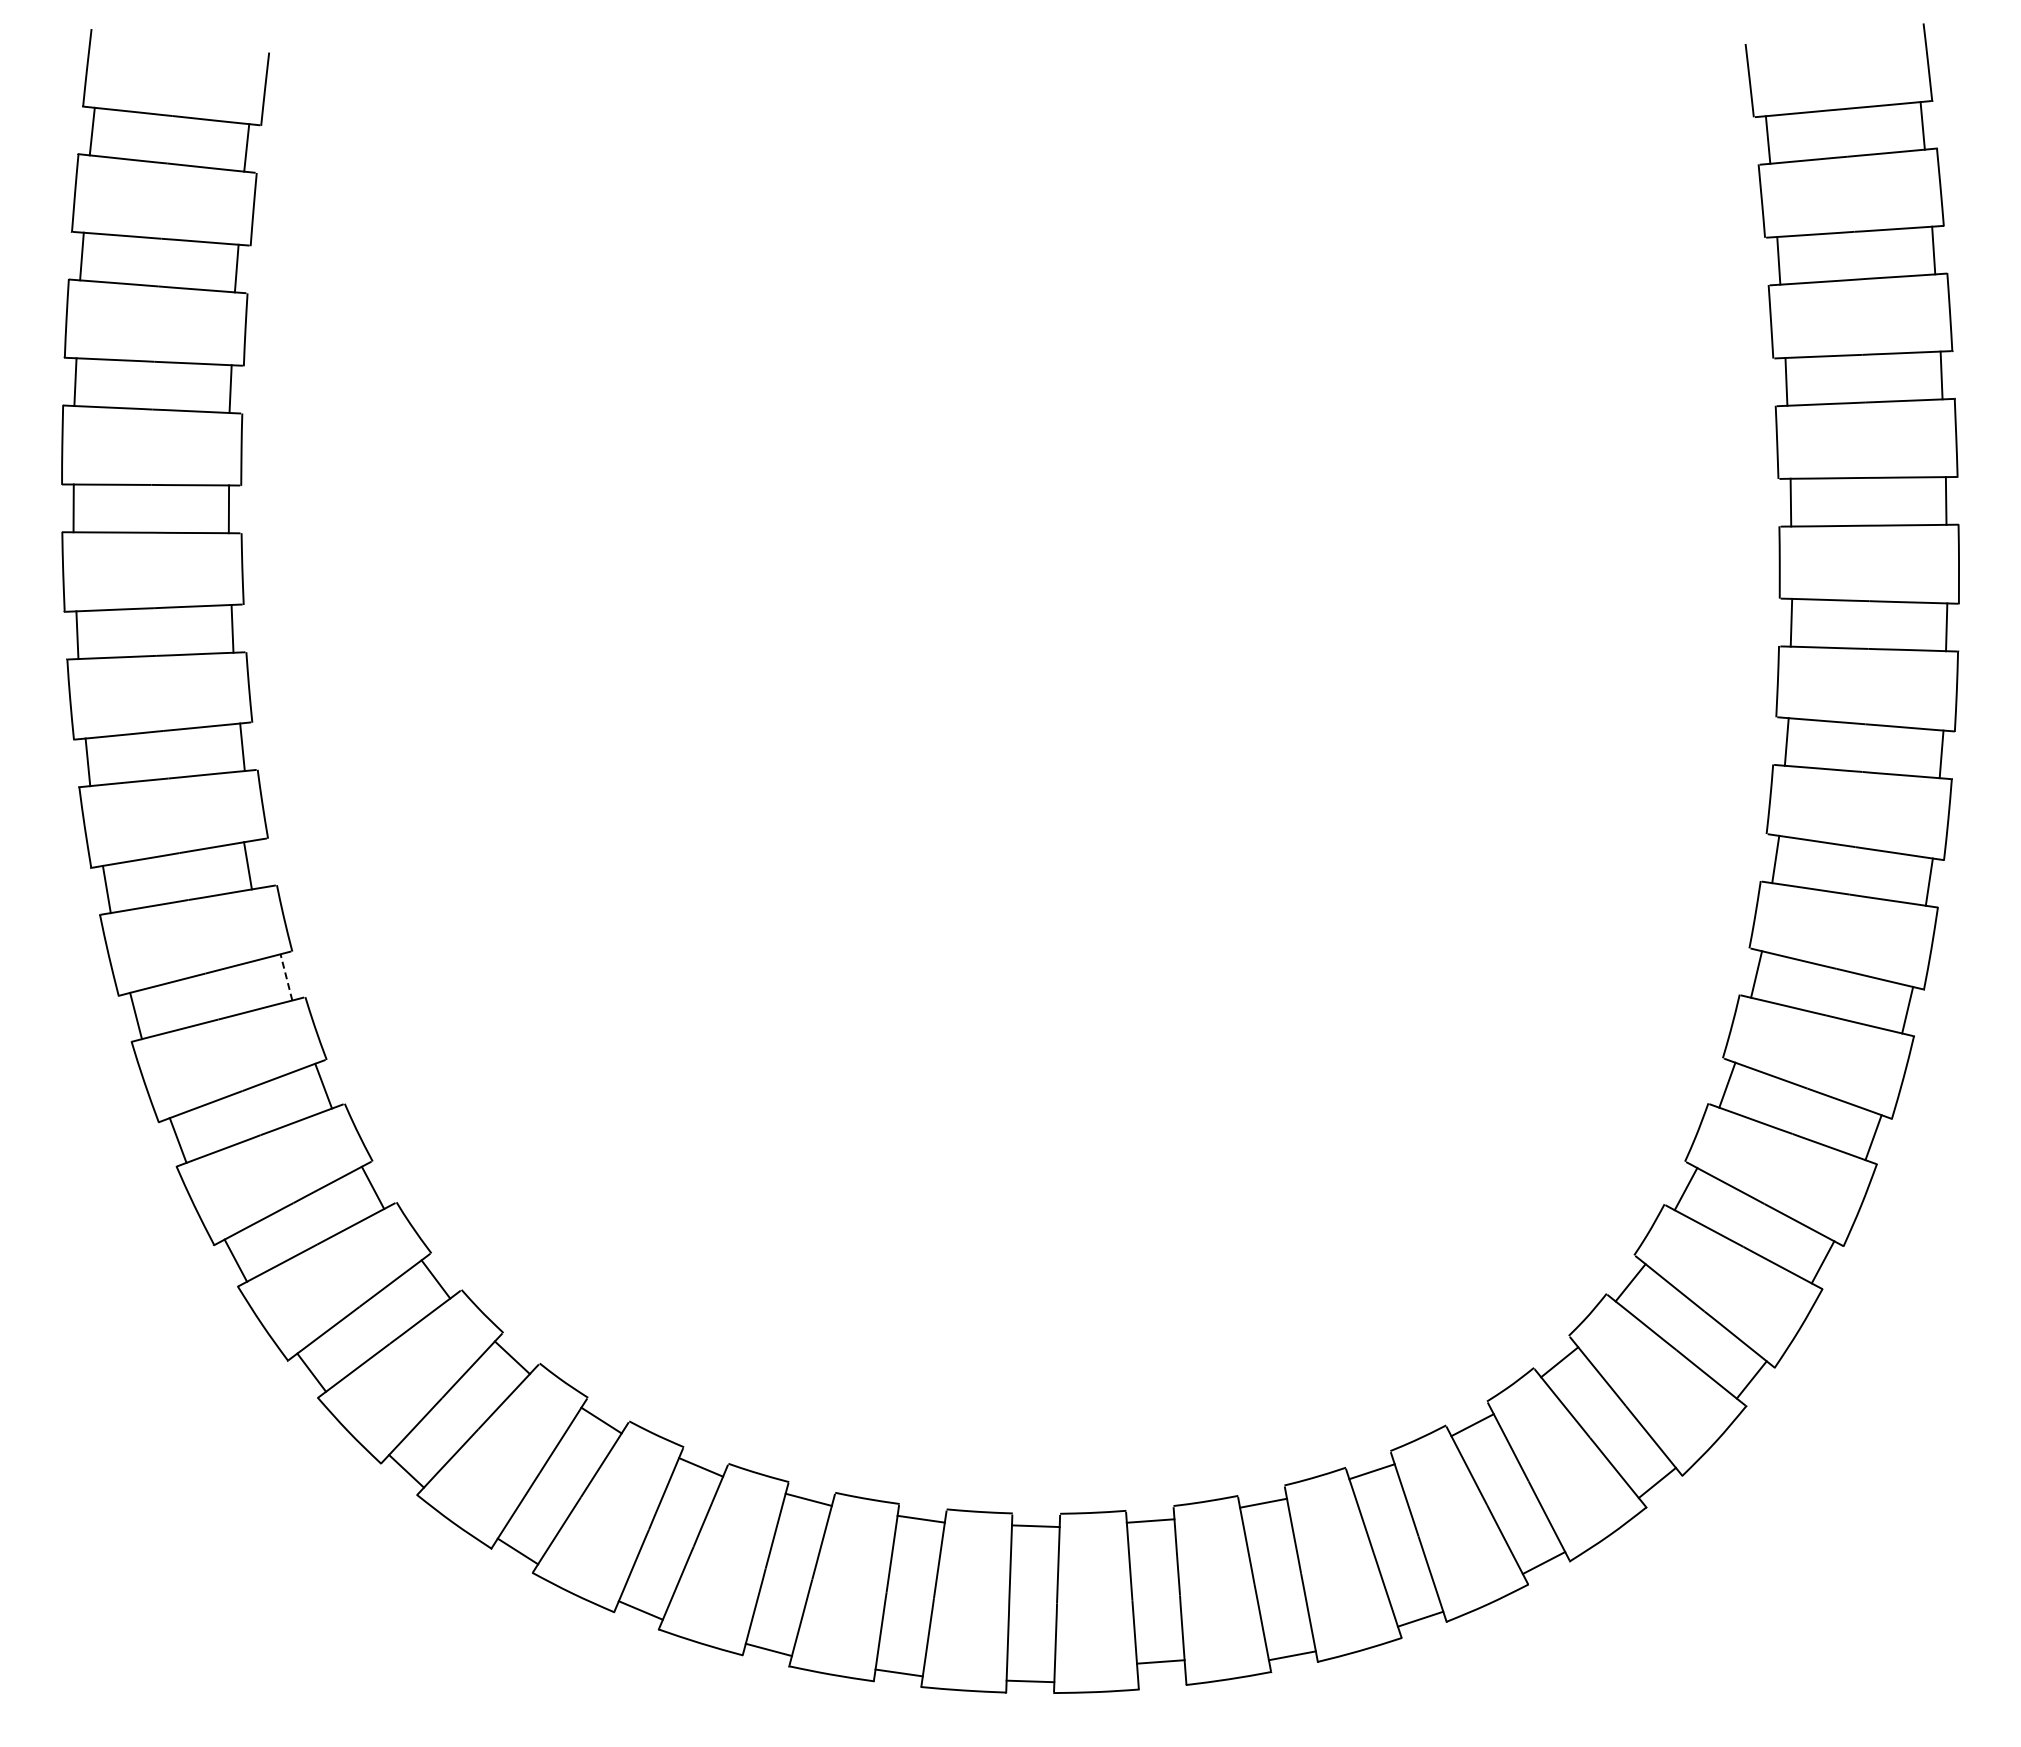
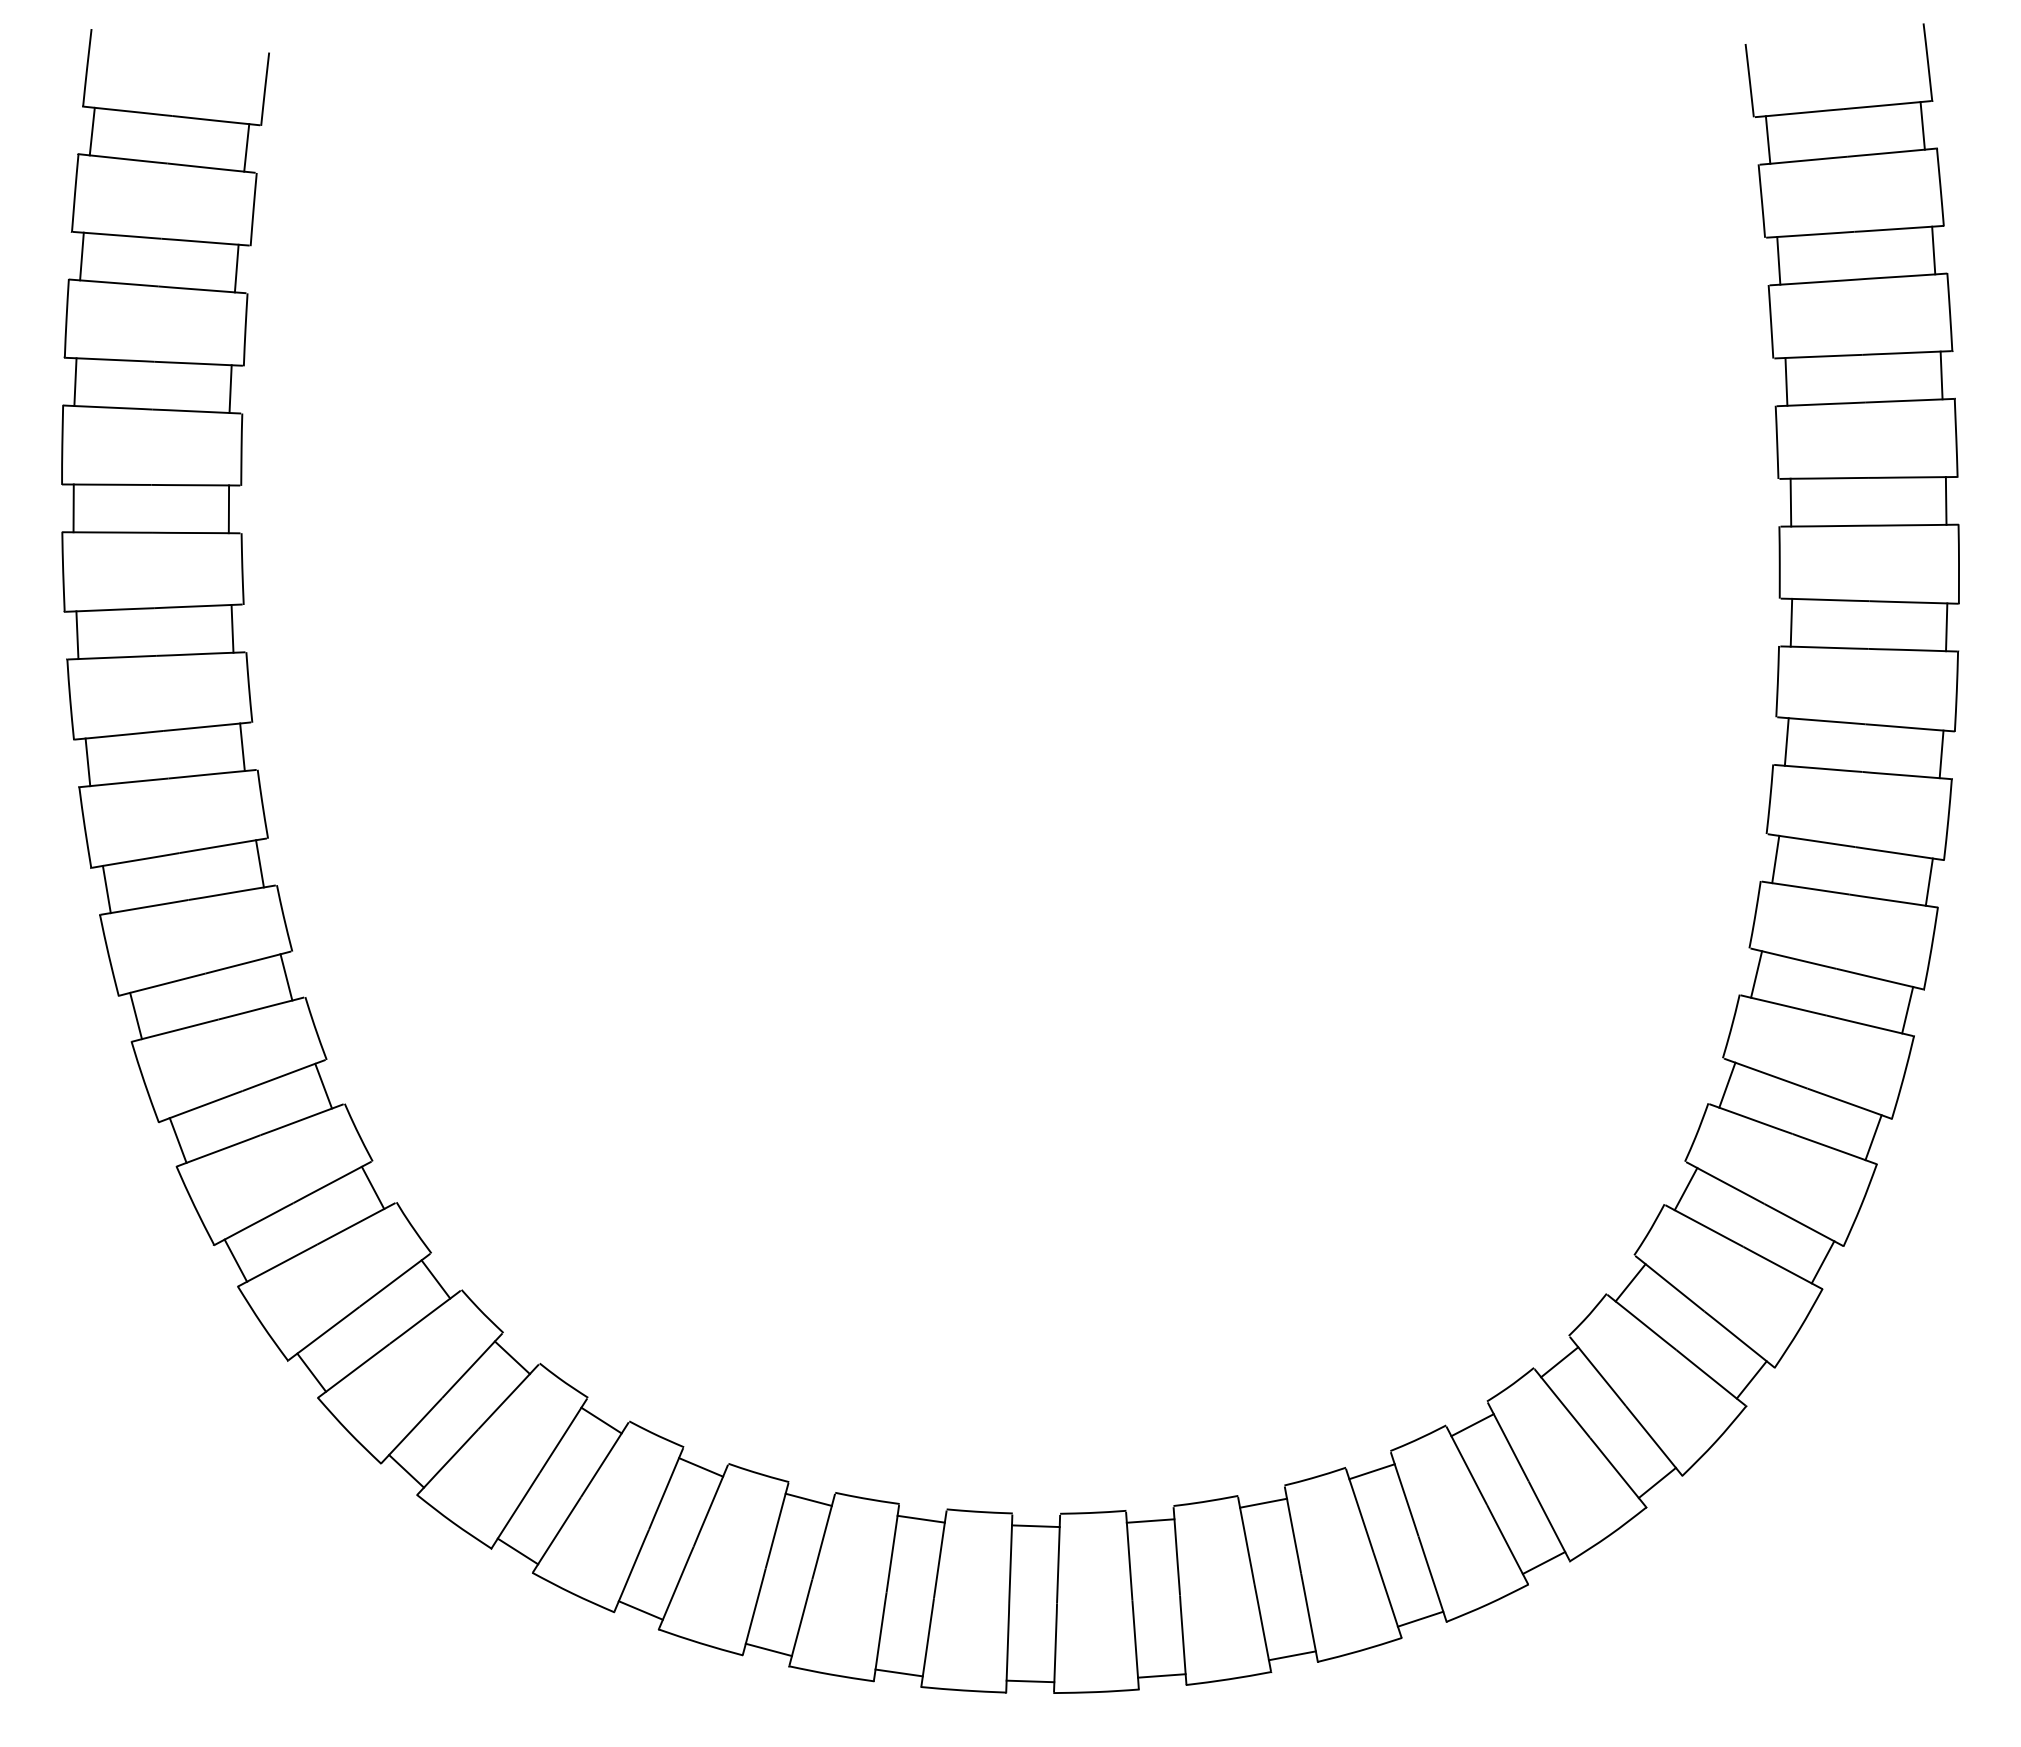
line at (247, 865) position: (247, 865) -> (259, 863)
line at (286, 977): dashed -> solid
line at (1160, 1661) position: (1160, 1661) -> (1161, 1675)
